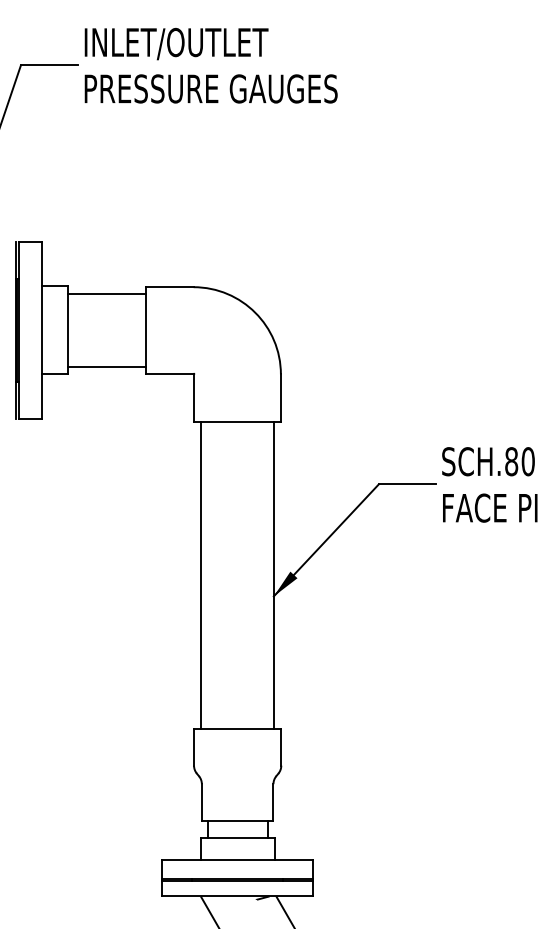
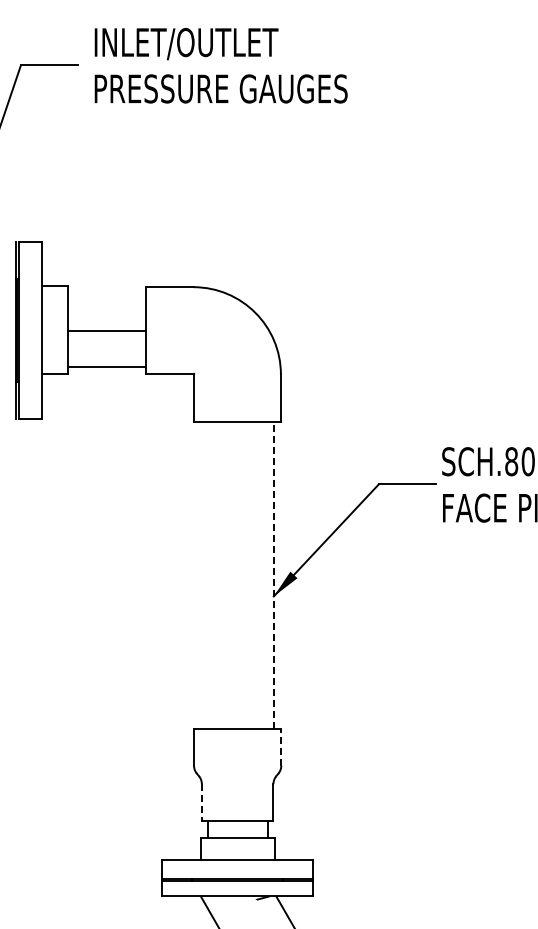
text at (210, 65) position: (210, 65) -> (220, 65)
line at (106, 294) position: (106, 294) -> (106, 331)
line at (201, 575): present -> none
line at (273, 575): solid -> dashed
line at (281, 746): solid -> dashed
line at (201, 802): solid -> dashed
